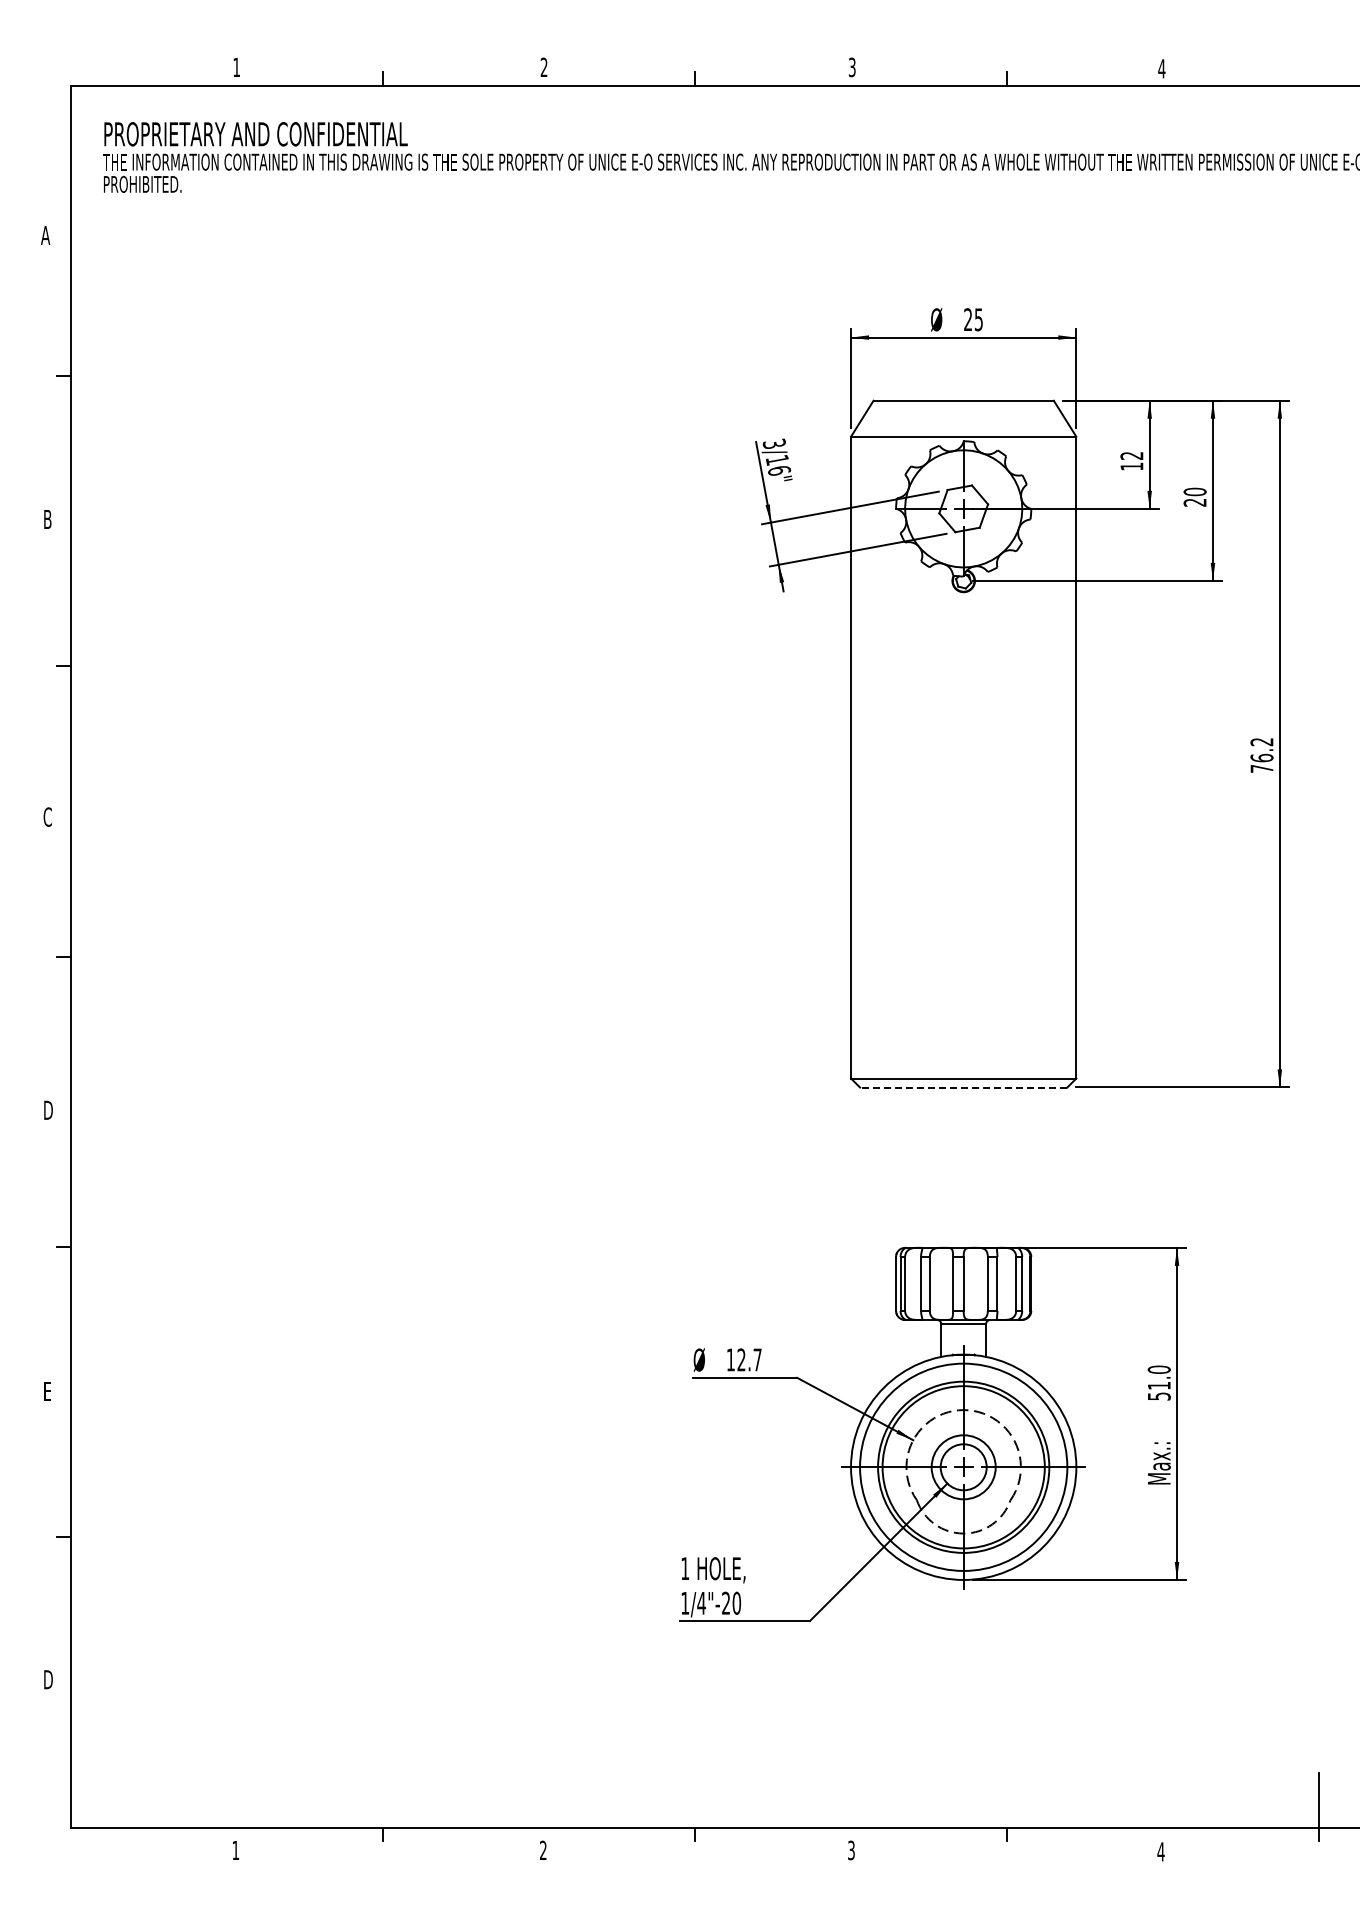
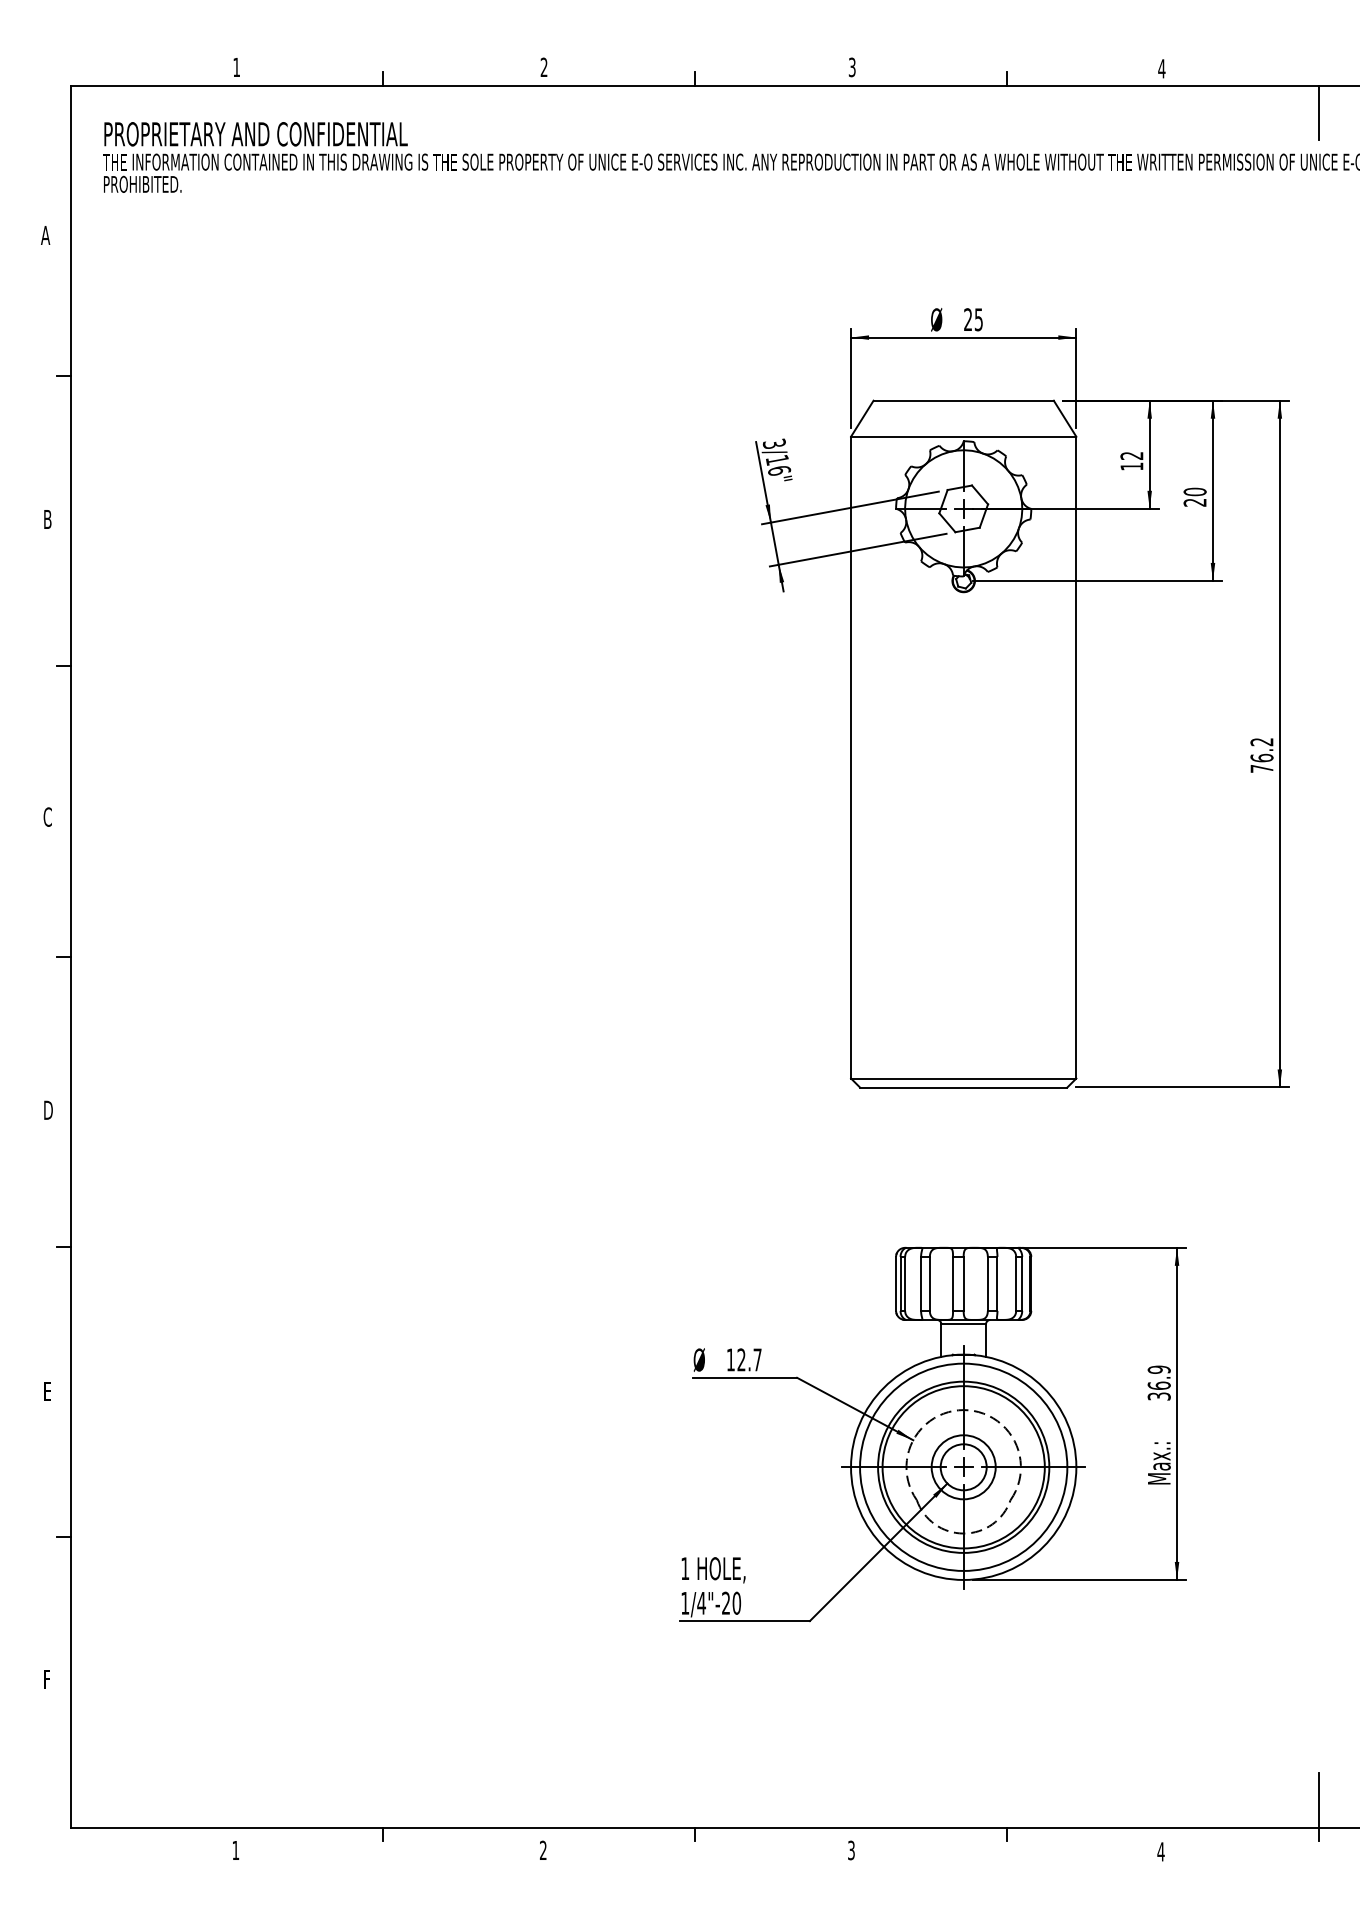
line at (1319, 112): none -> present
line at (963, 1087): dashed -> solid
text at (1158, 1382): 51.0 -> 36.9
text at (48, 1679): D -> F
